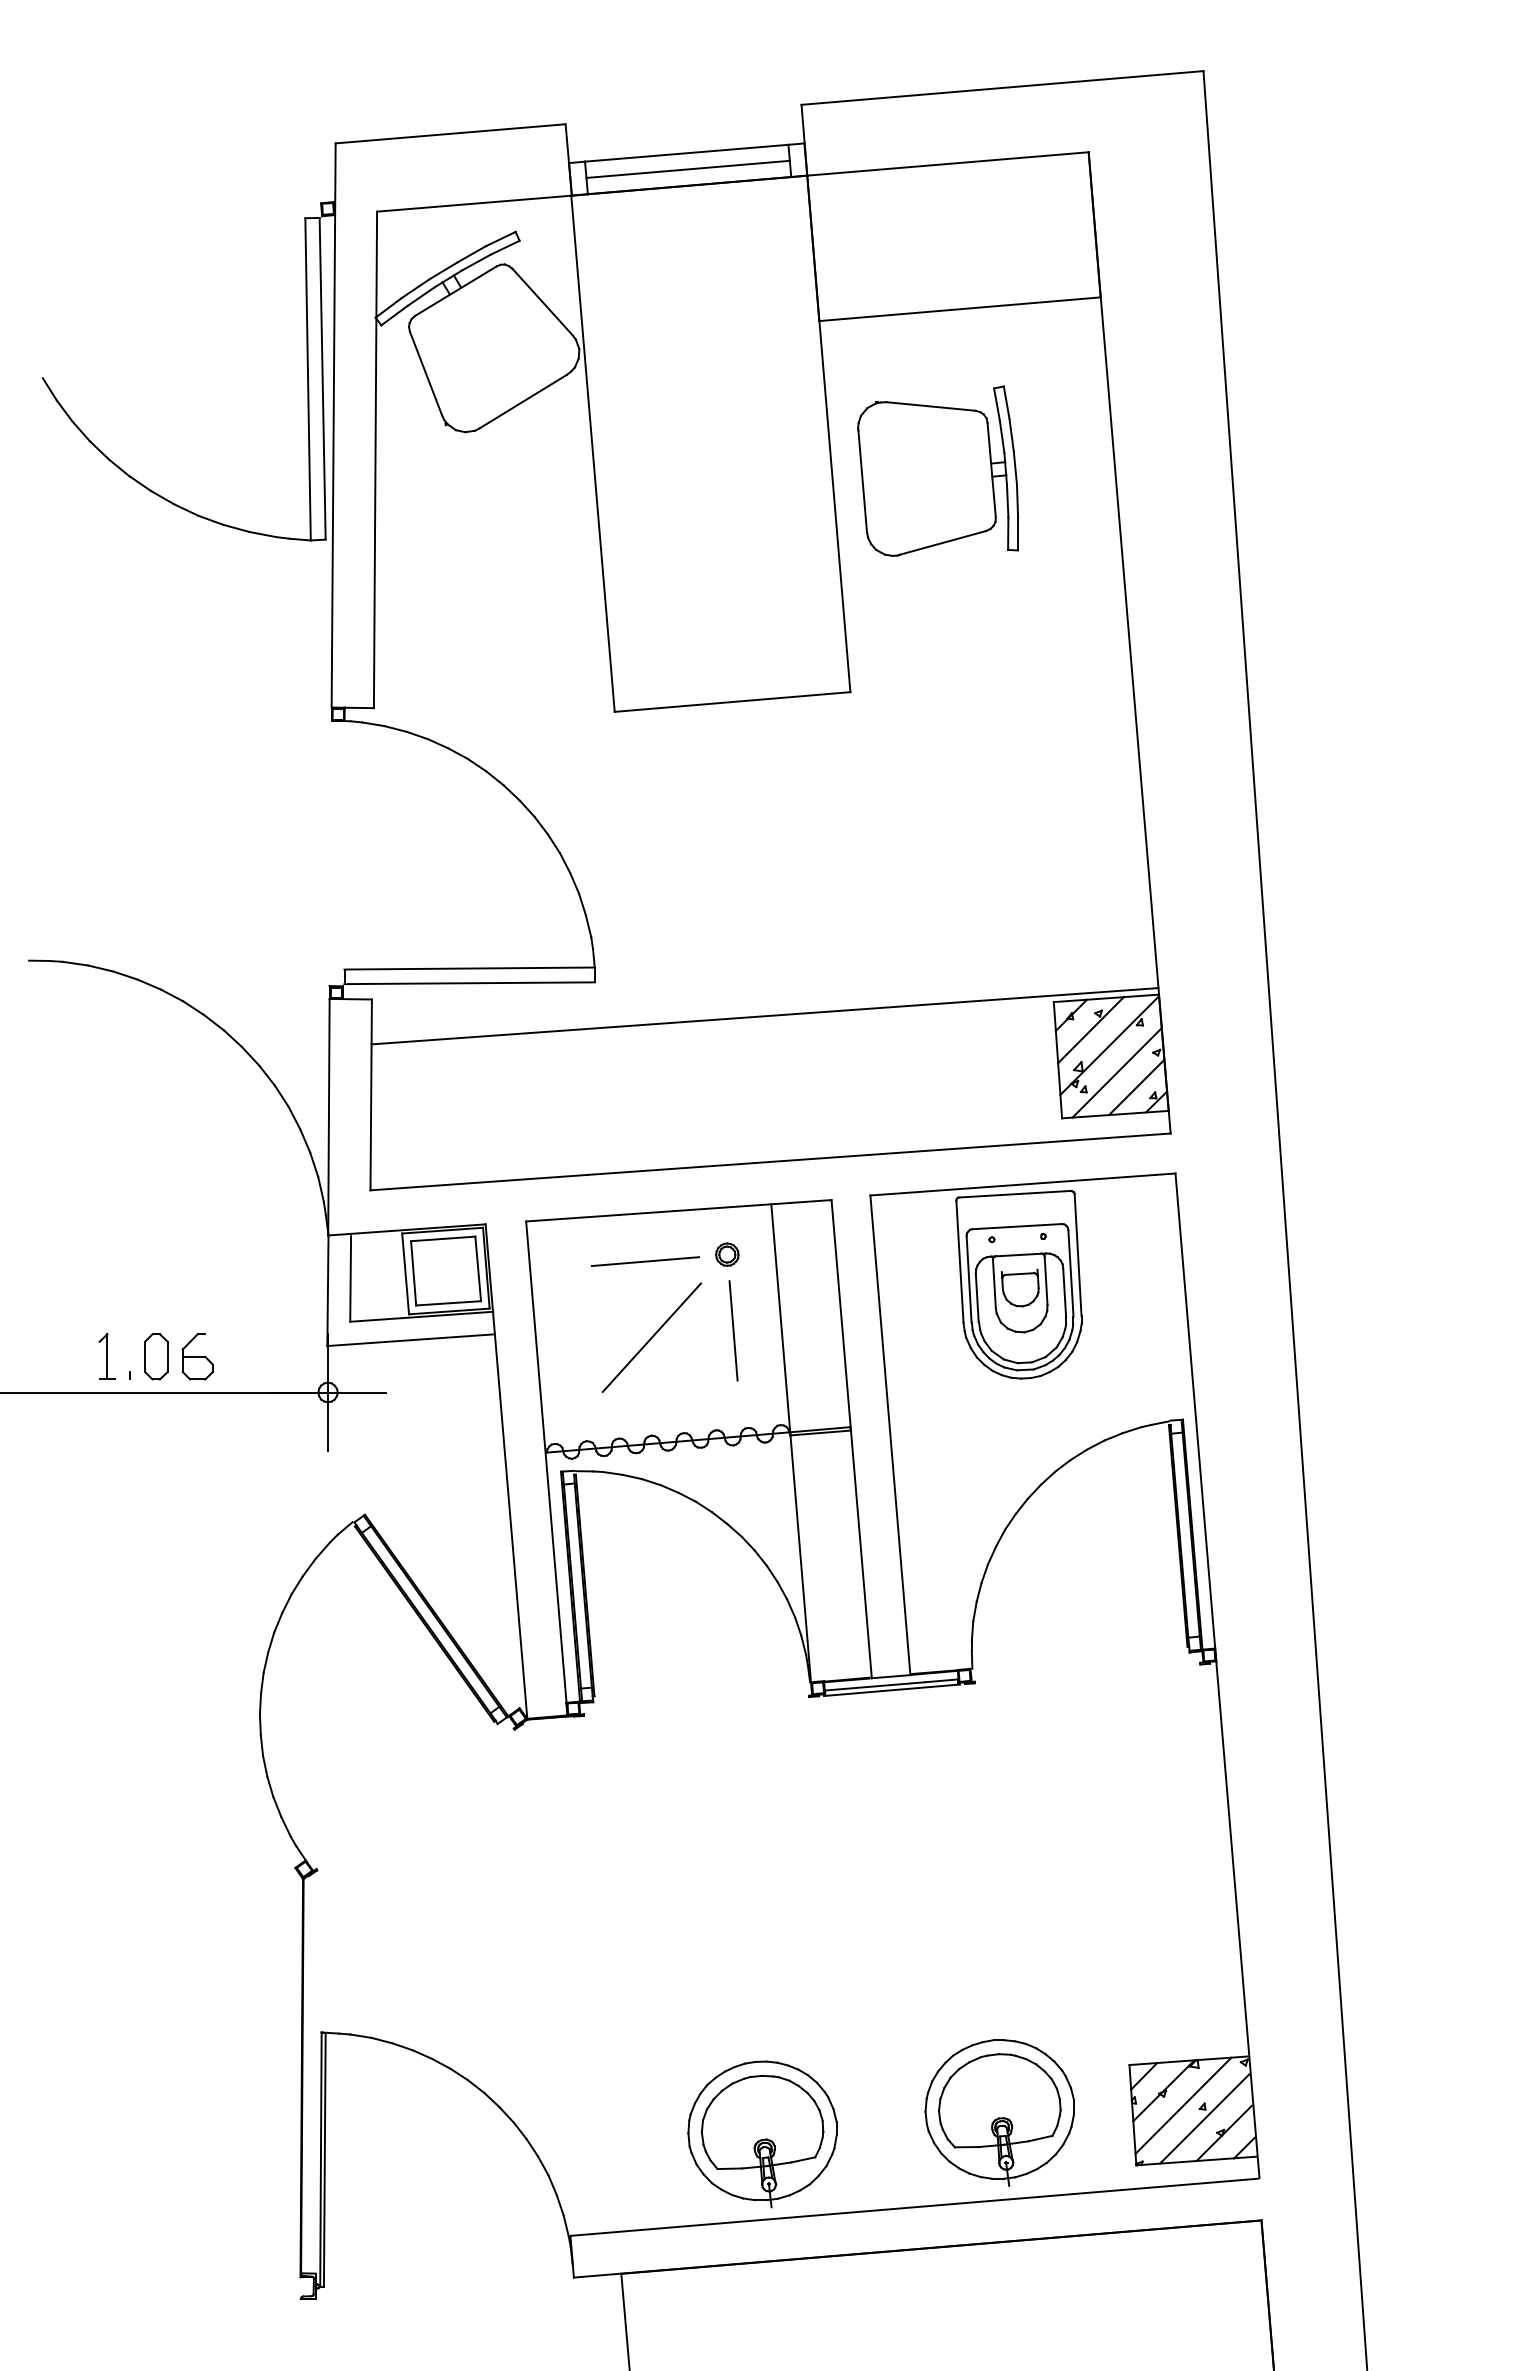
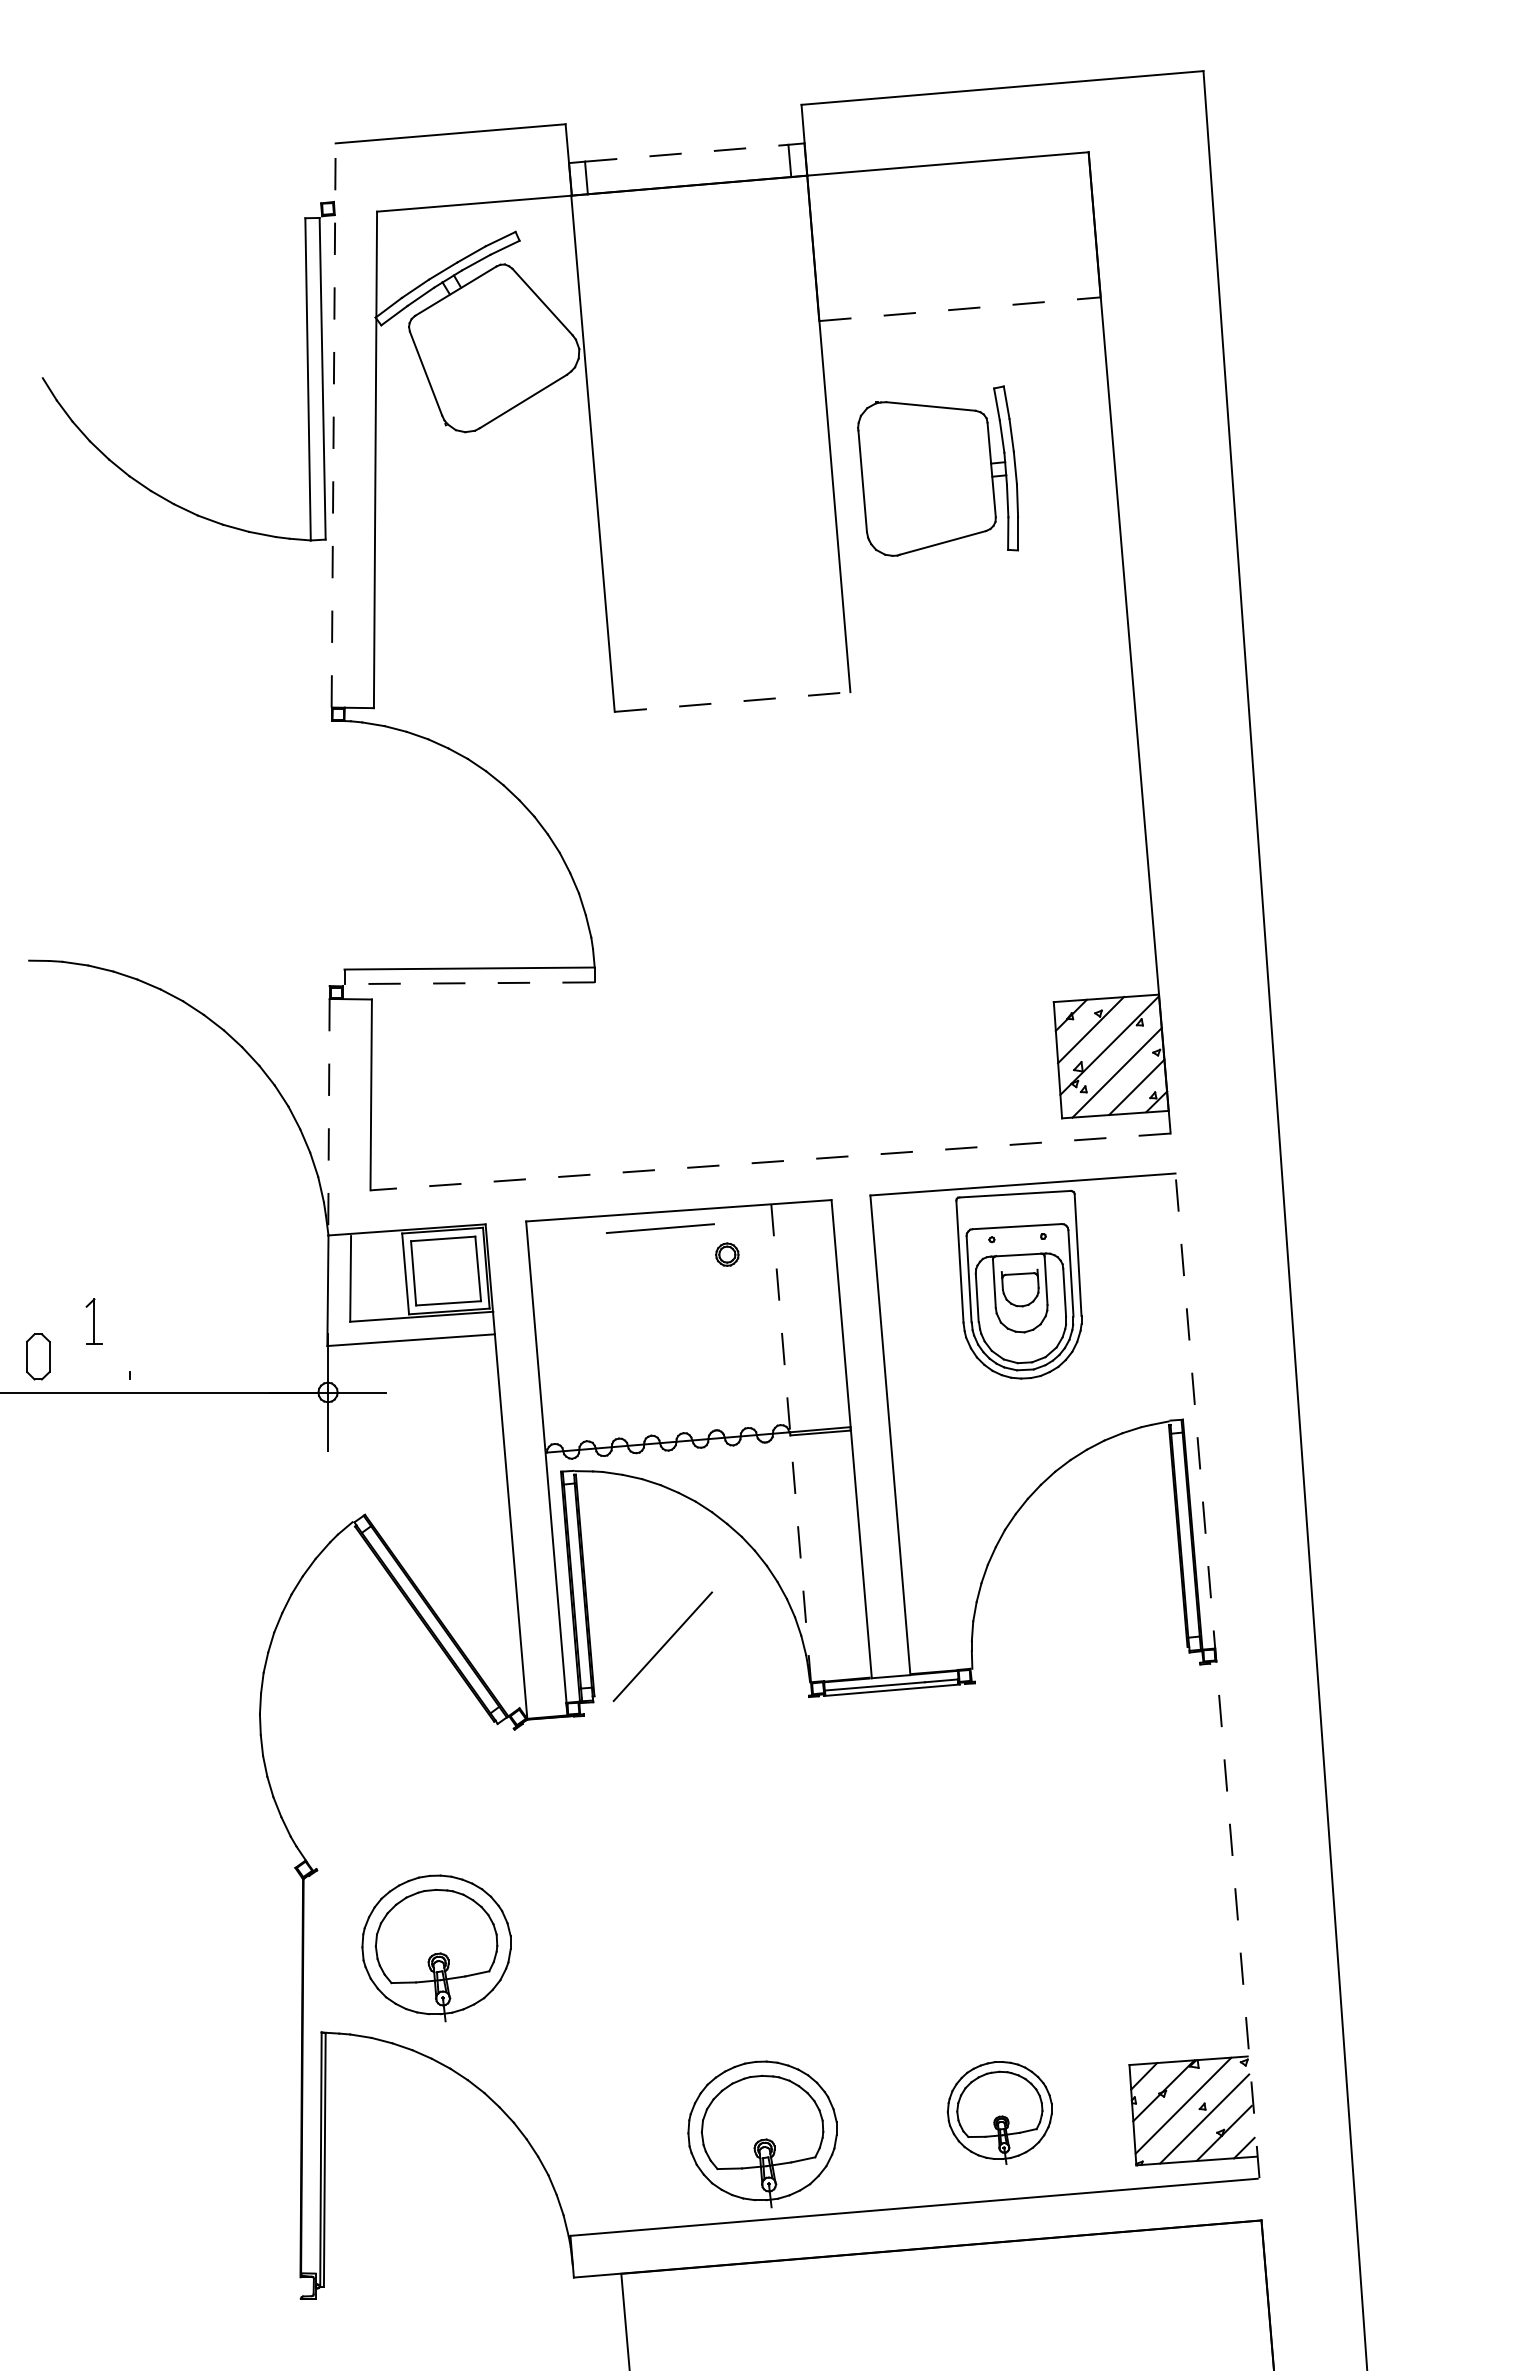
line at (687, 153): solid -> dashed
line at (687, 168): present -> none
line at (960, 309): solid -> dashed
line at (333, 424): solid -> dashed
line at (733, 701): solid -> dashed
line at (469, 983): solid -> dashed
line at (764, 1016): present -> none
line at (328, 1117): solid -> dashed
line at (770, 1161): solid -> dashed
line at (645, 1261) position: (645, 1261) -> (660, 1228)
line at (733, 1330): present -> none
line at (651, 1337) position: (651, 1337) -> (662, 1646)
part at (106, 1356) position: (106, 1356) -> (93, 1321)
part at (156, 1356) position: (156, 1356) -> (38, 1356)
part at (197, 1356): present -> none
line at (791, 1443): solid -> dashed
line at (1217, 1675): solid -> dashed
part at (436, 1948): none -> present
part at (999, 2112) size: 152x148 px -> 107x104 px
